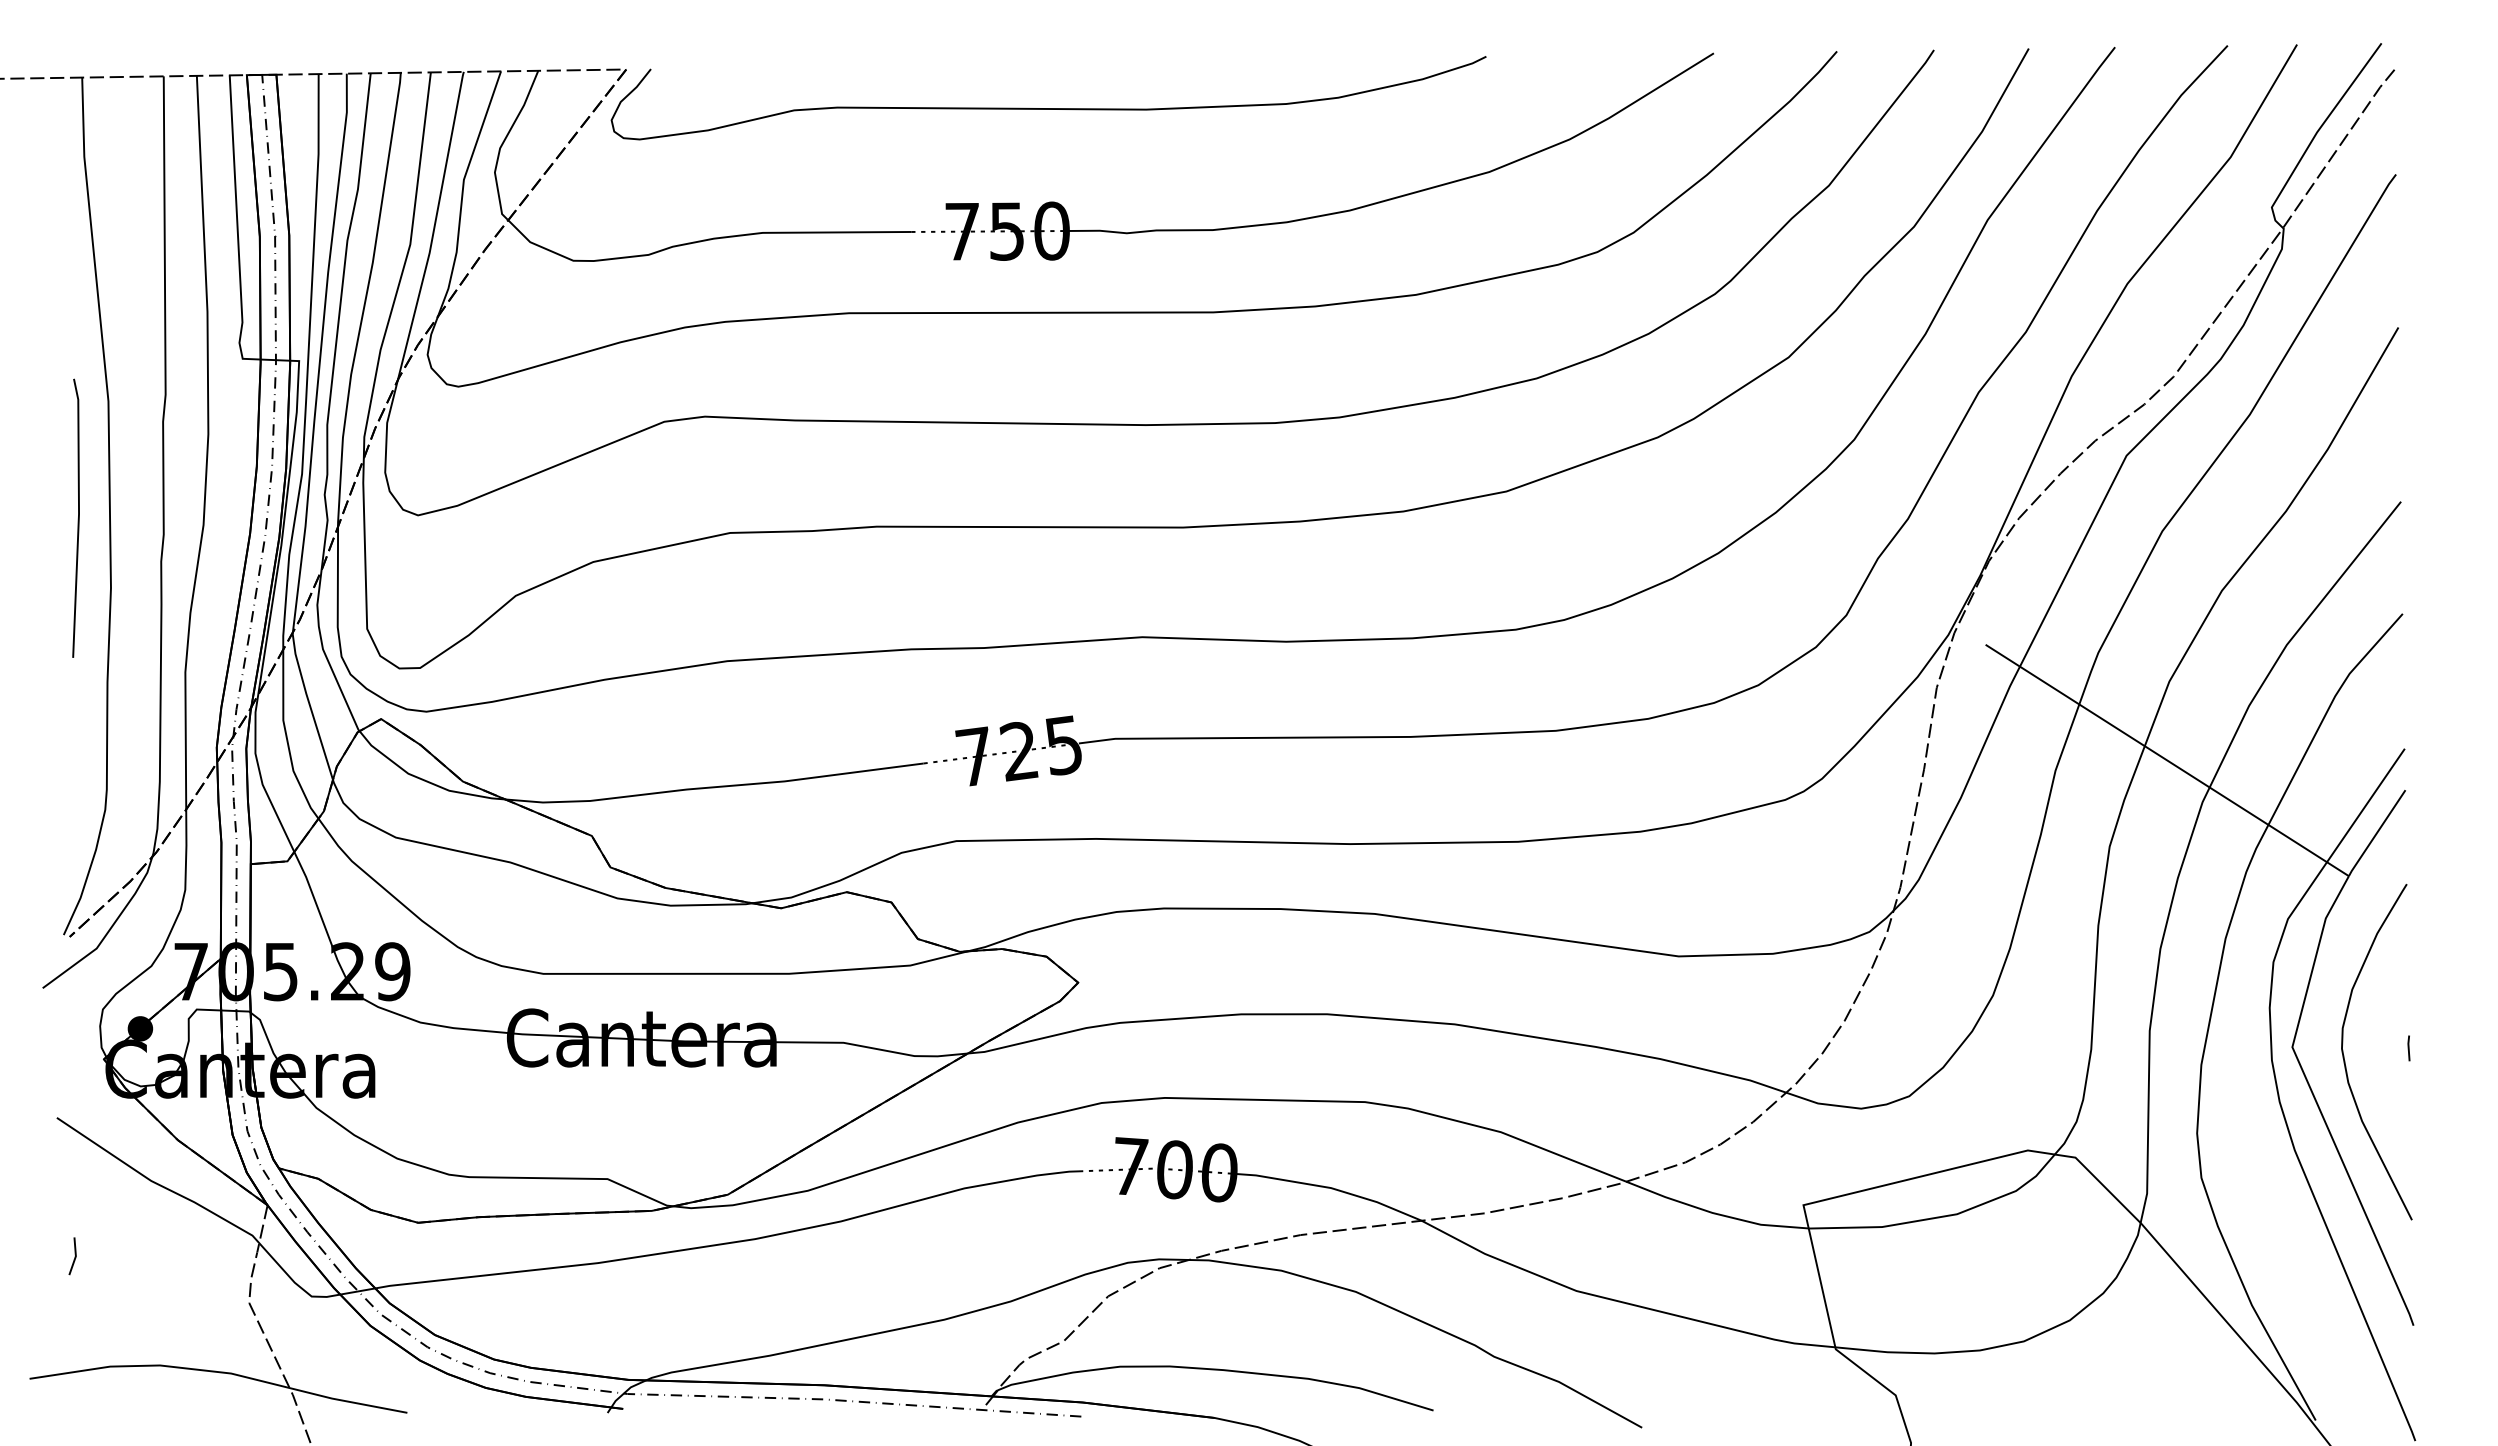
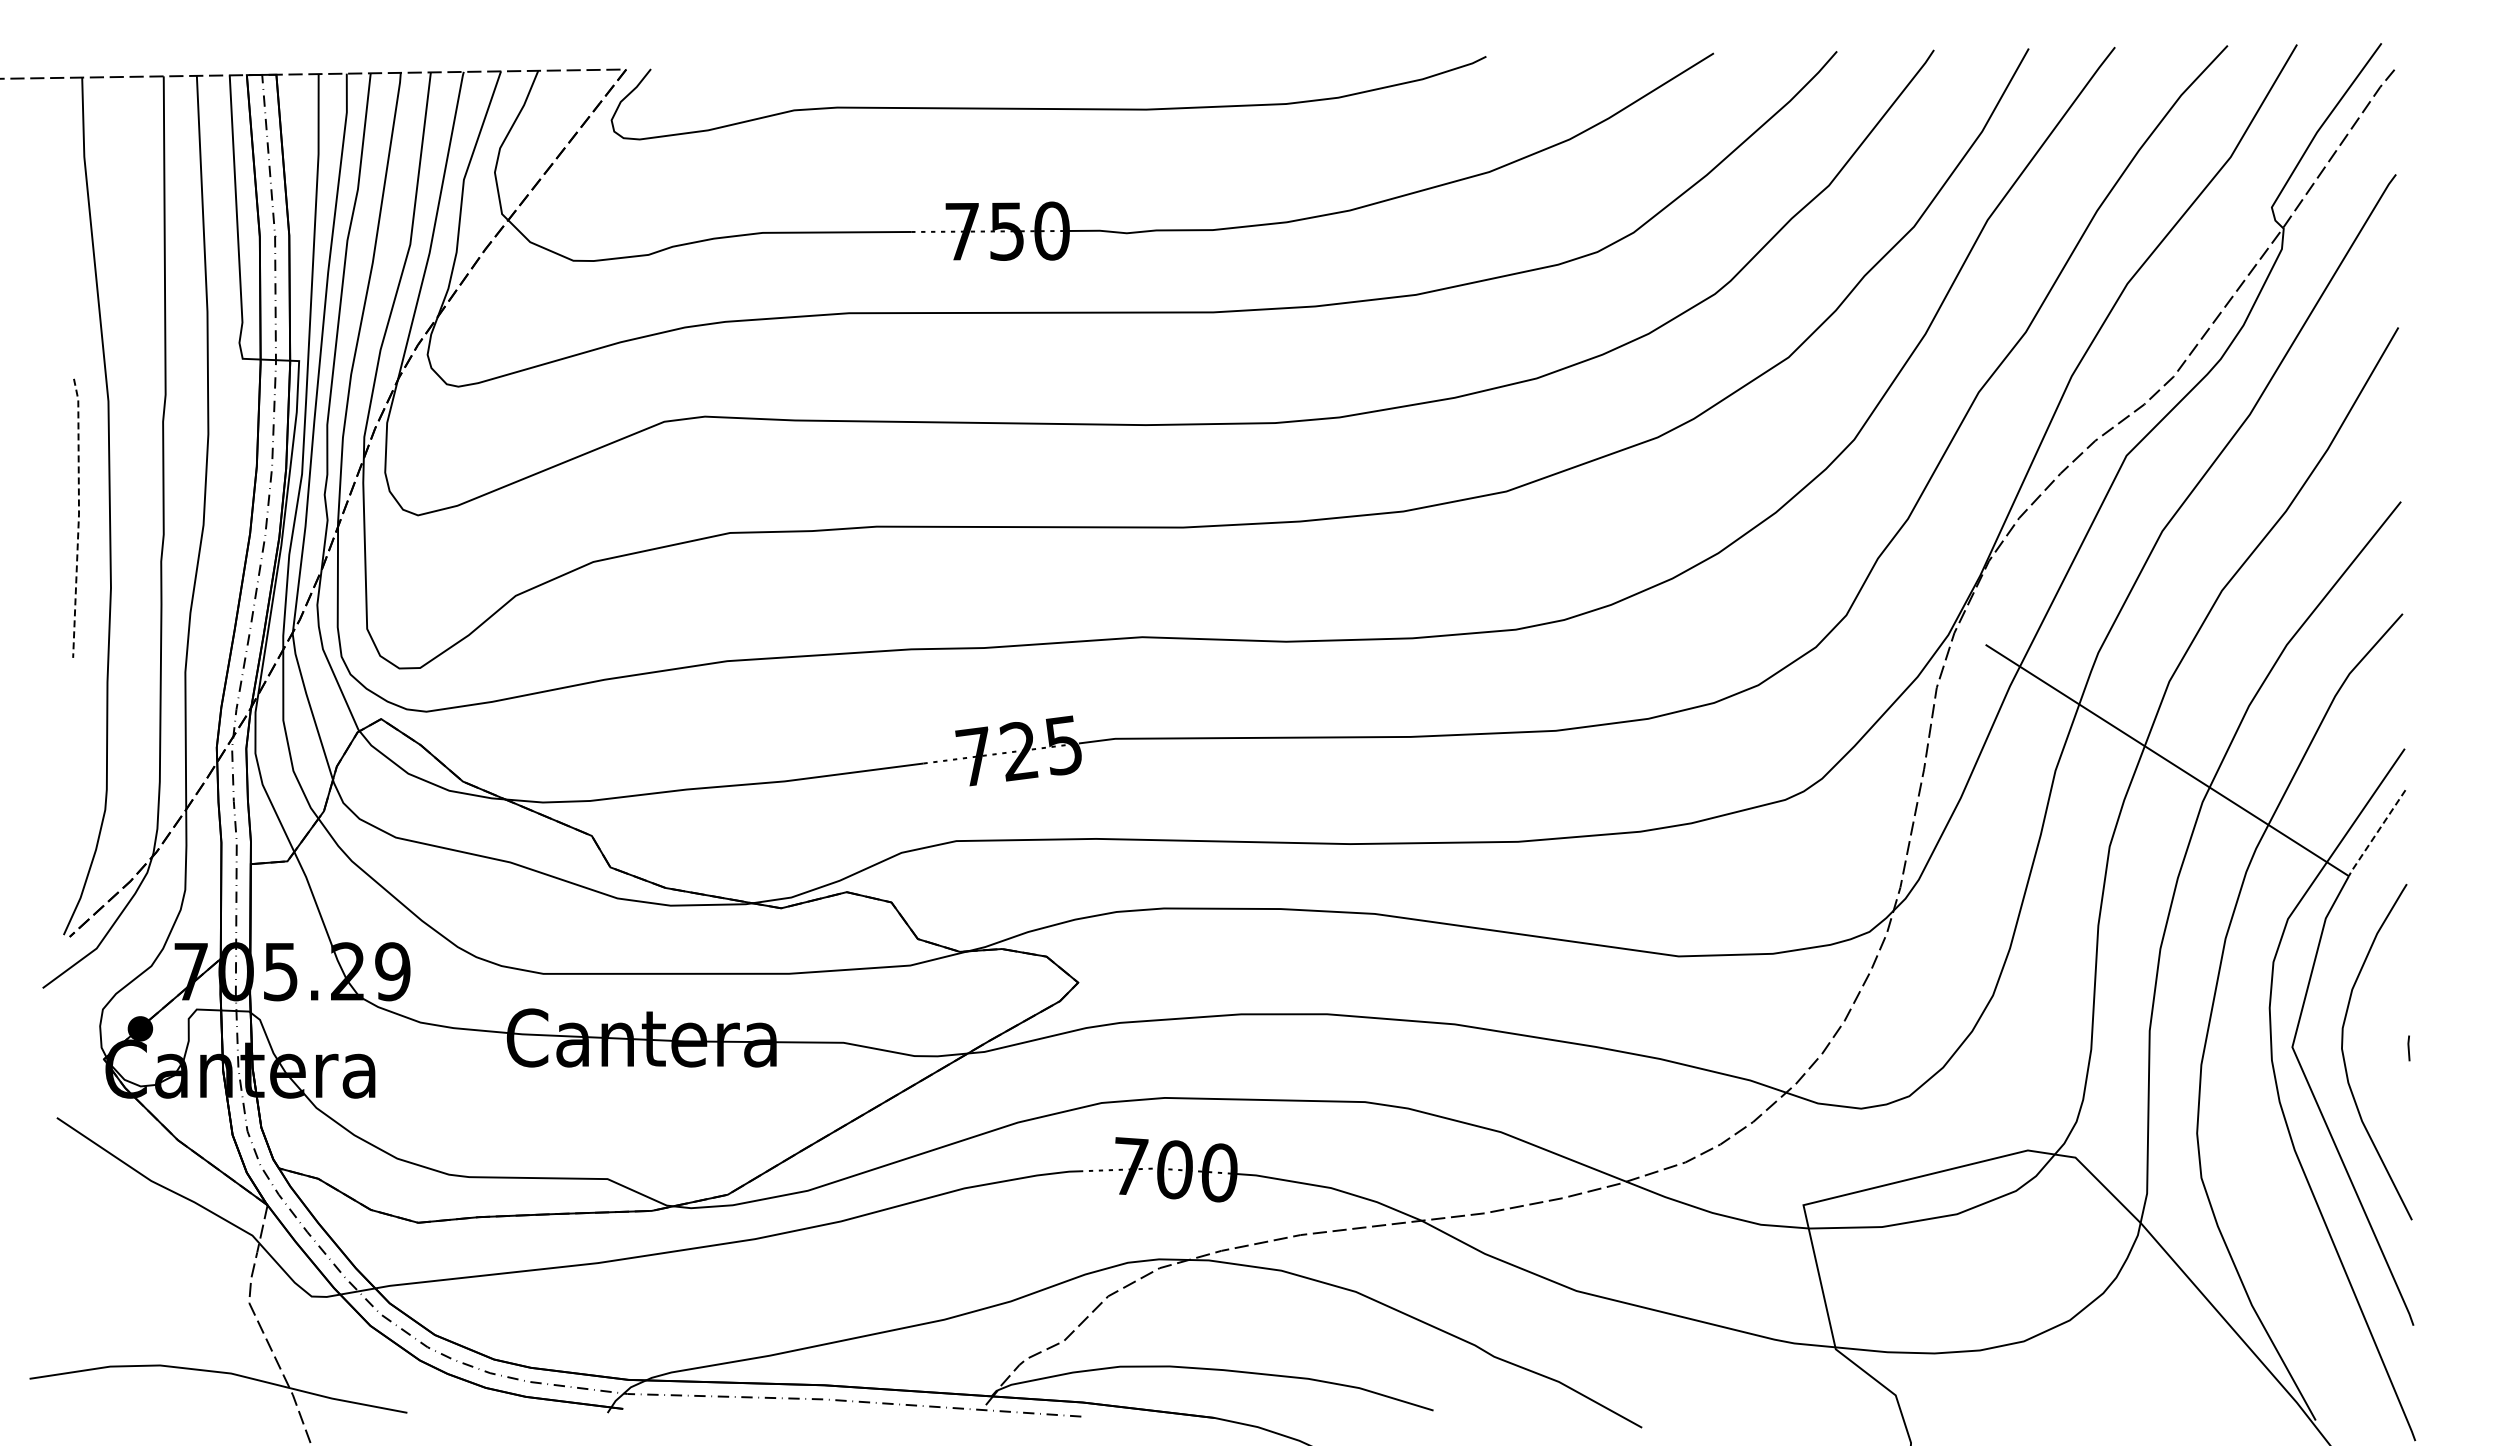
line at (78, 517): solid -> dashed
line at (2376, 833): solid -> dashed
line at (74, 1256): present -> none
